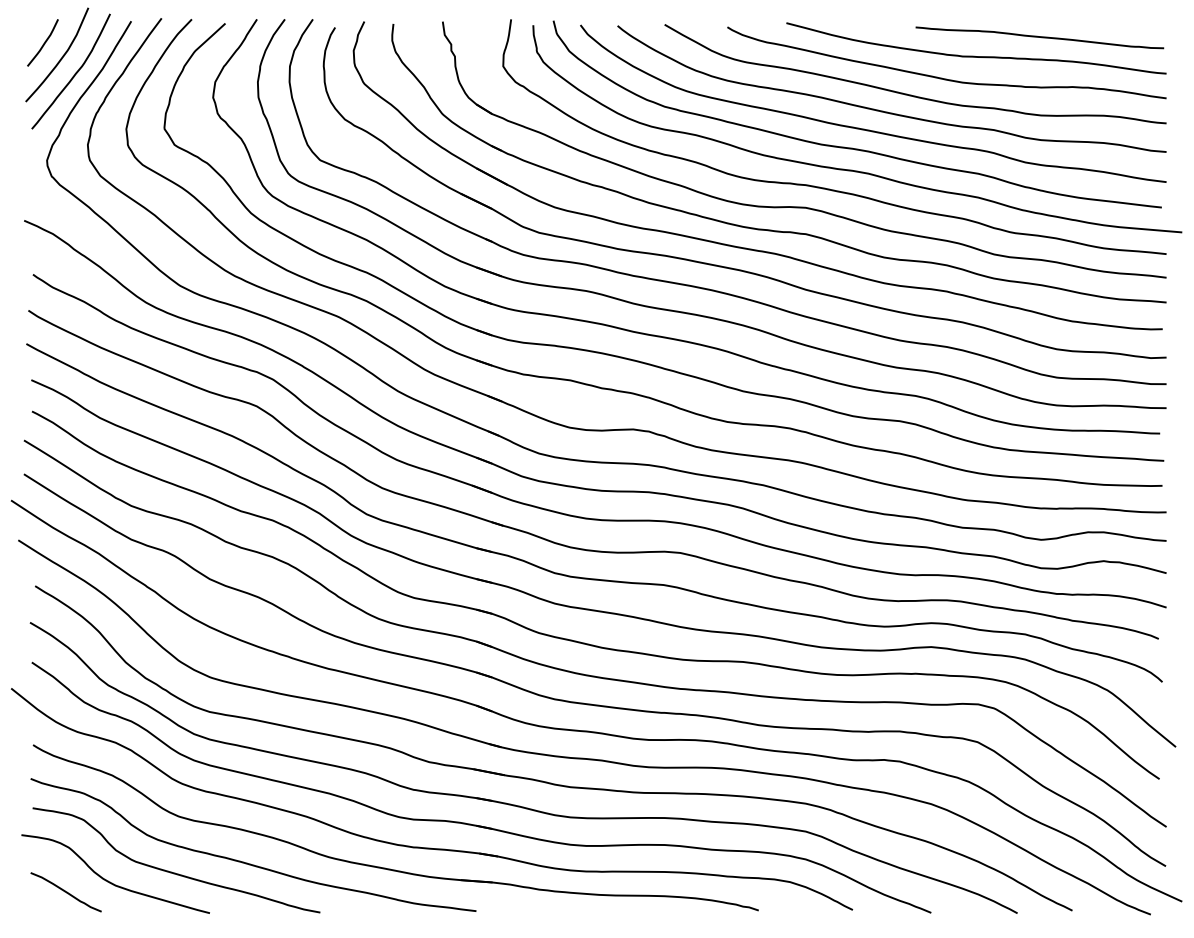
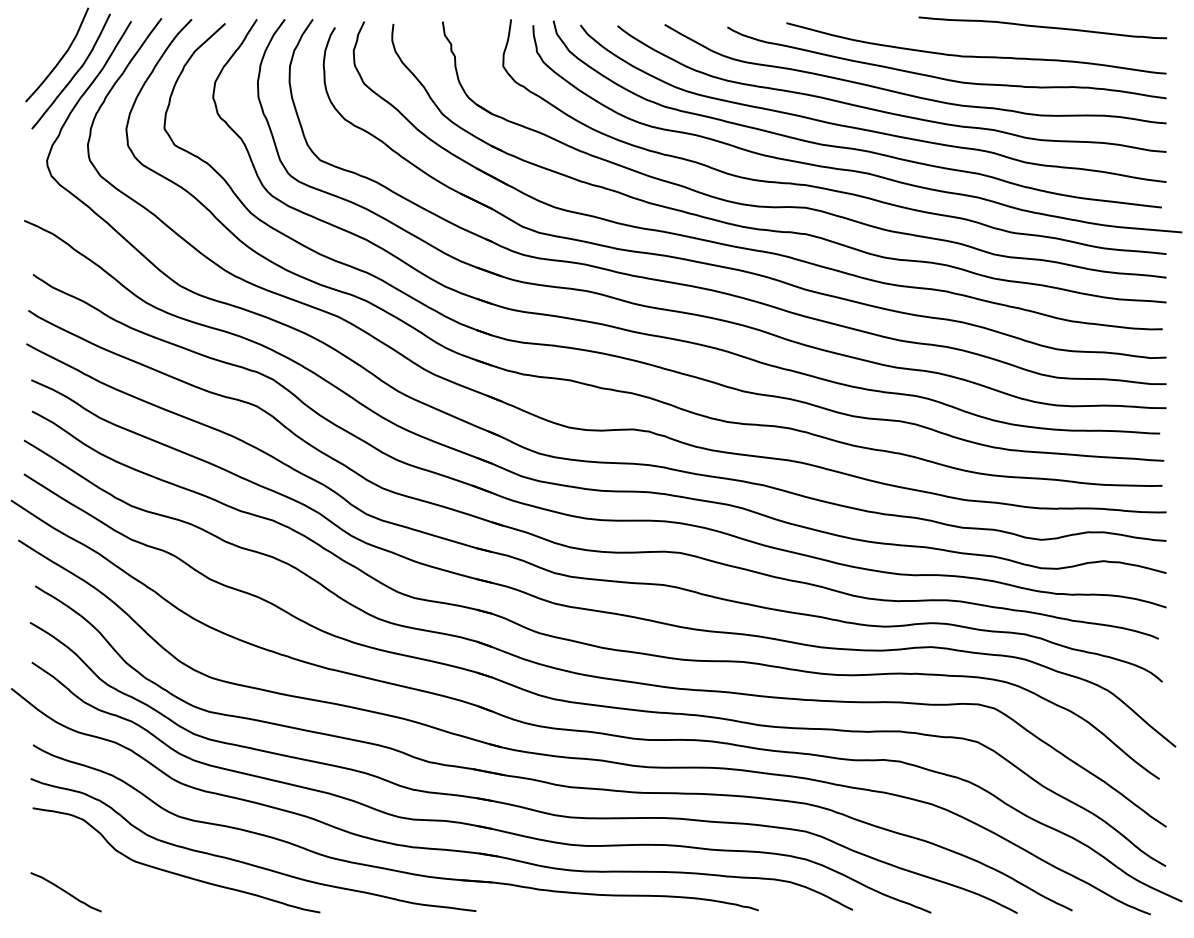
curve at (1039, 37) position: (1039, 37) -> (1042, 27)
curve at (43, 43): present -> none
curve at (110, 881): present -> none
